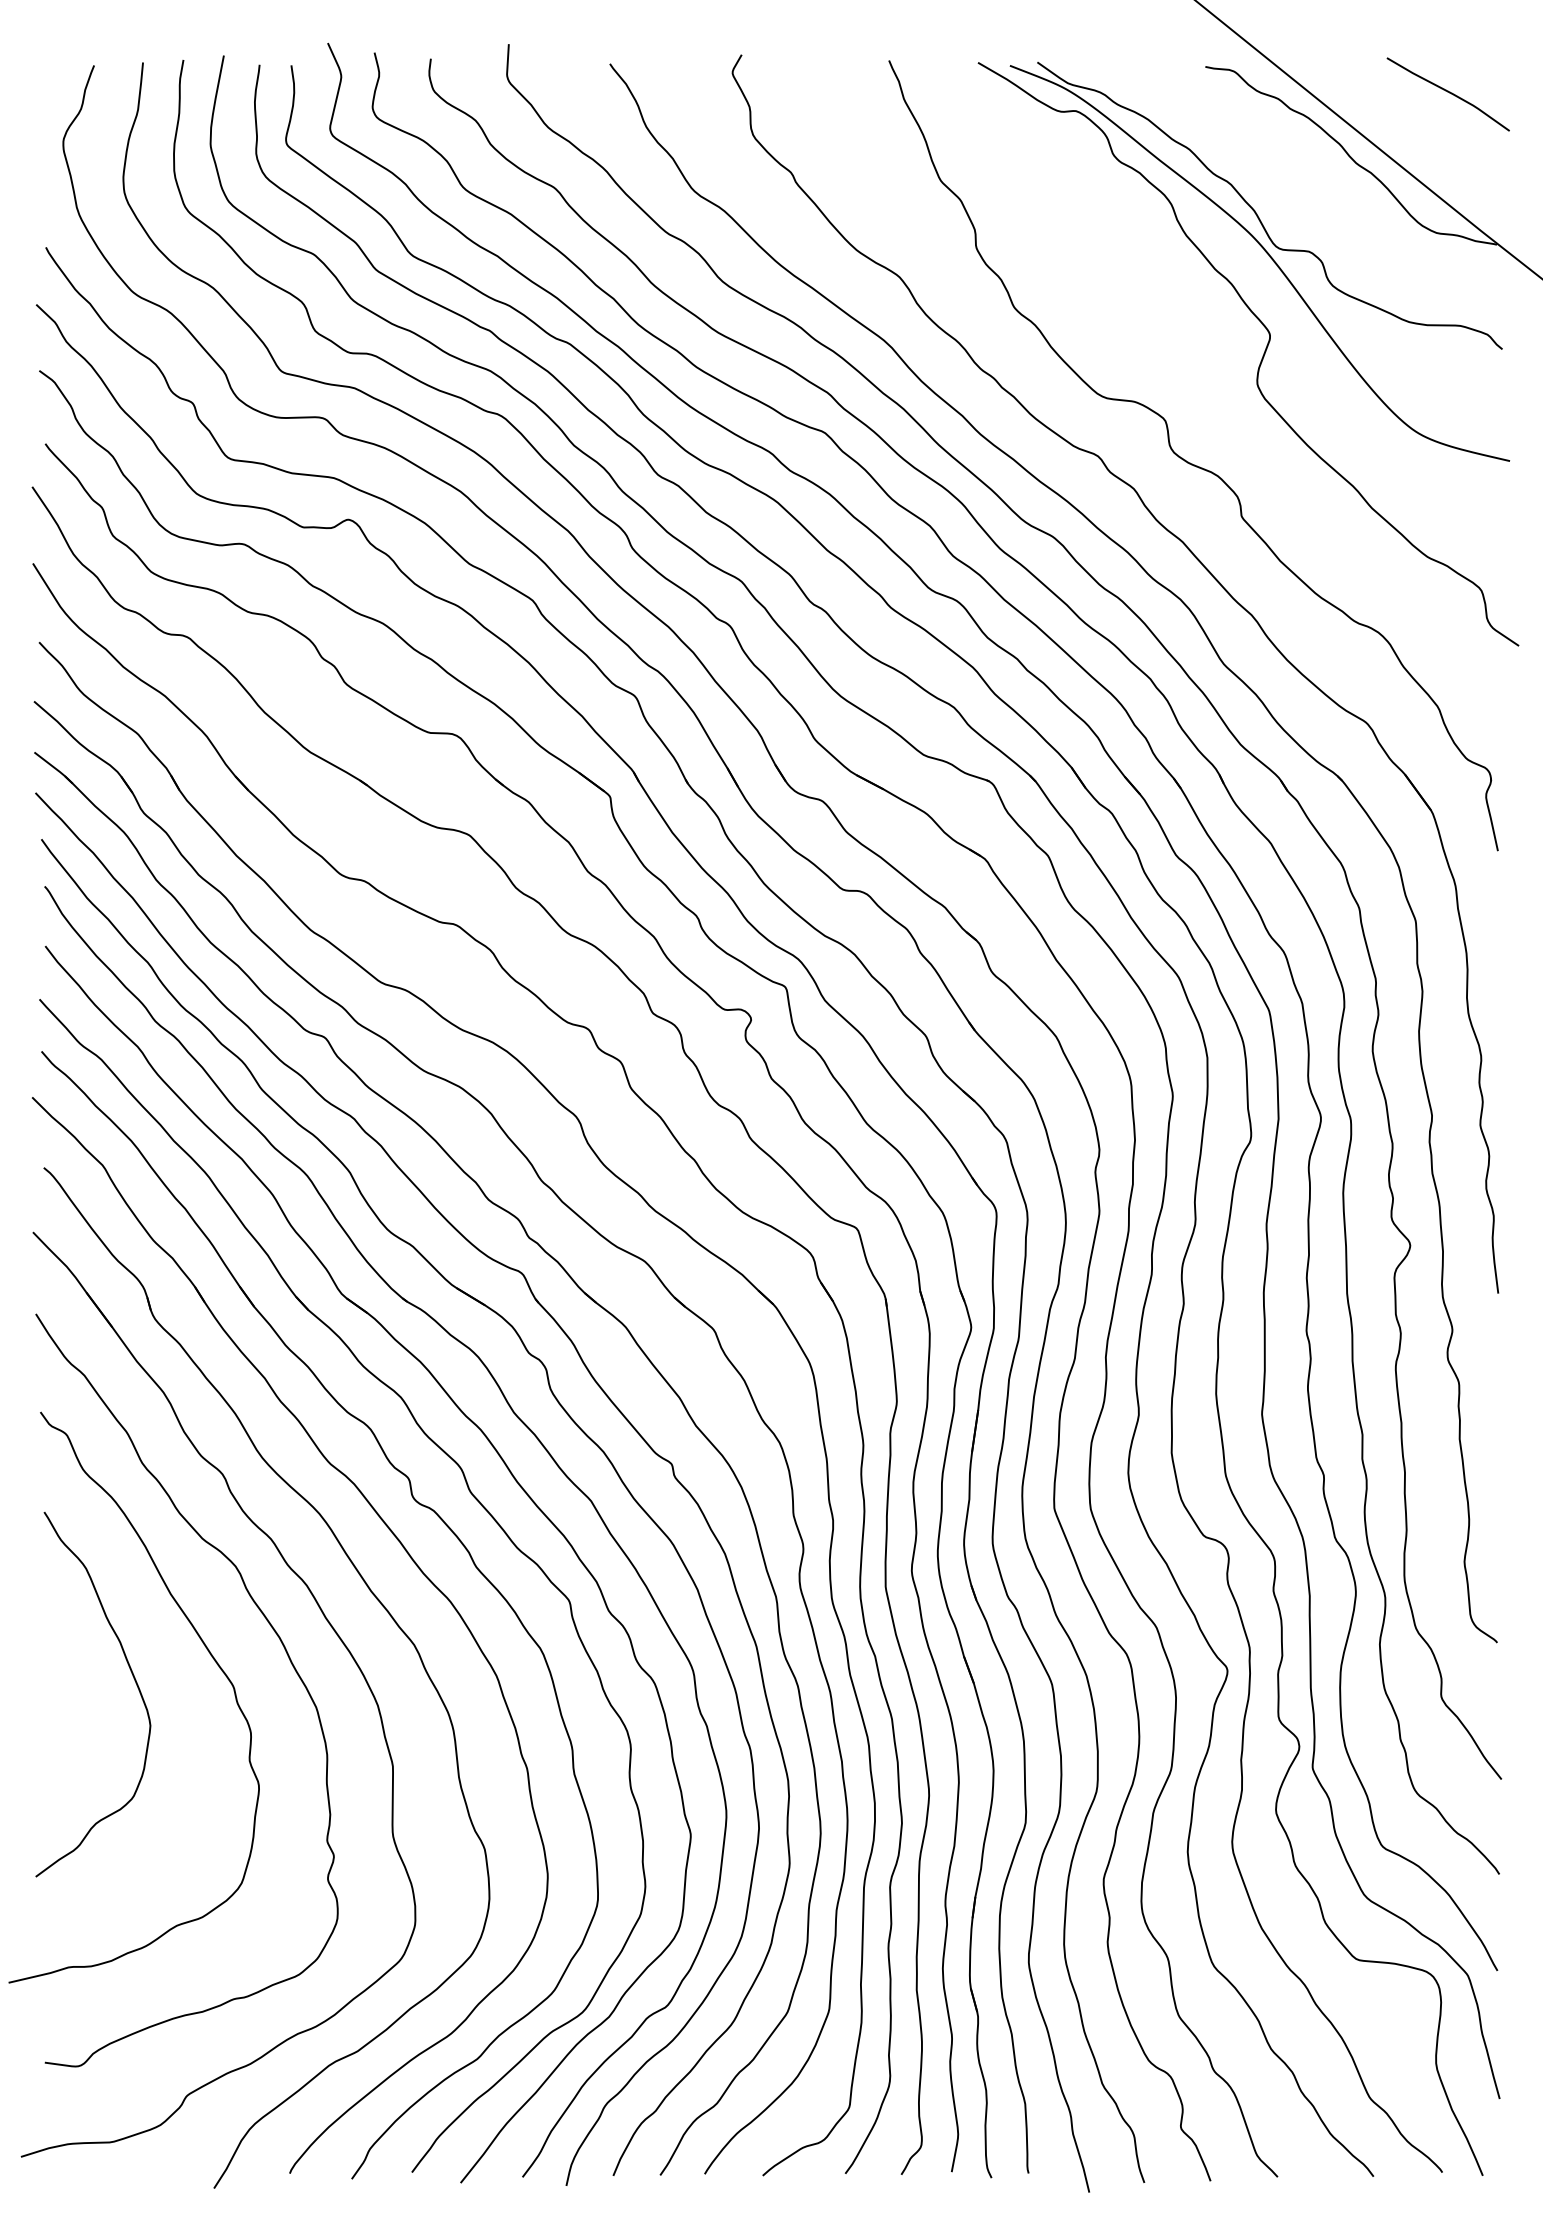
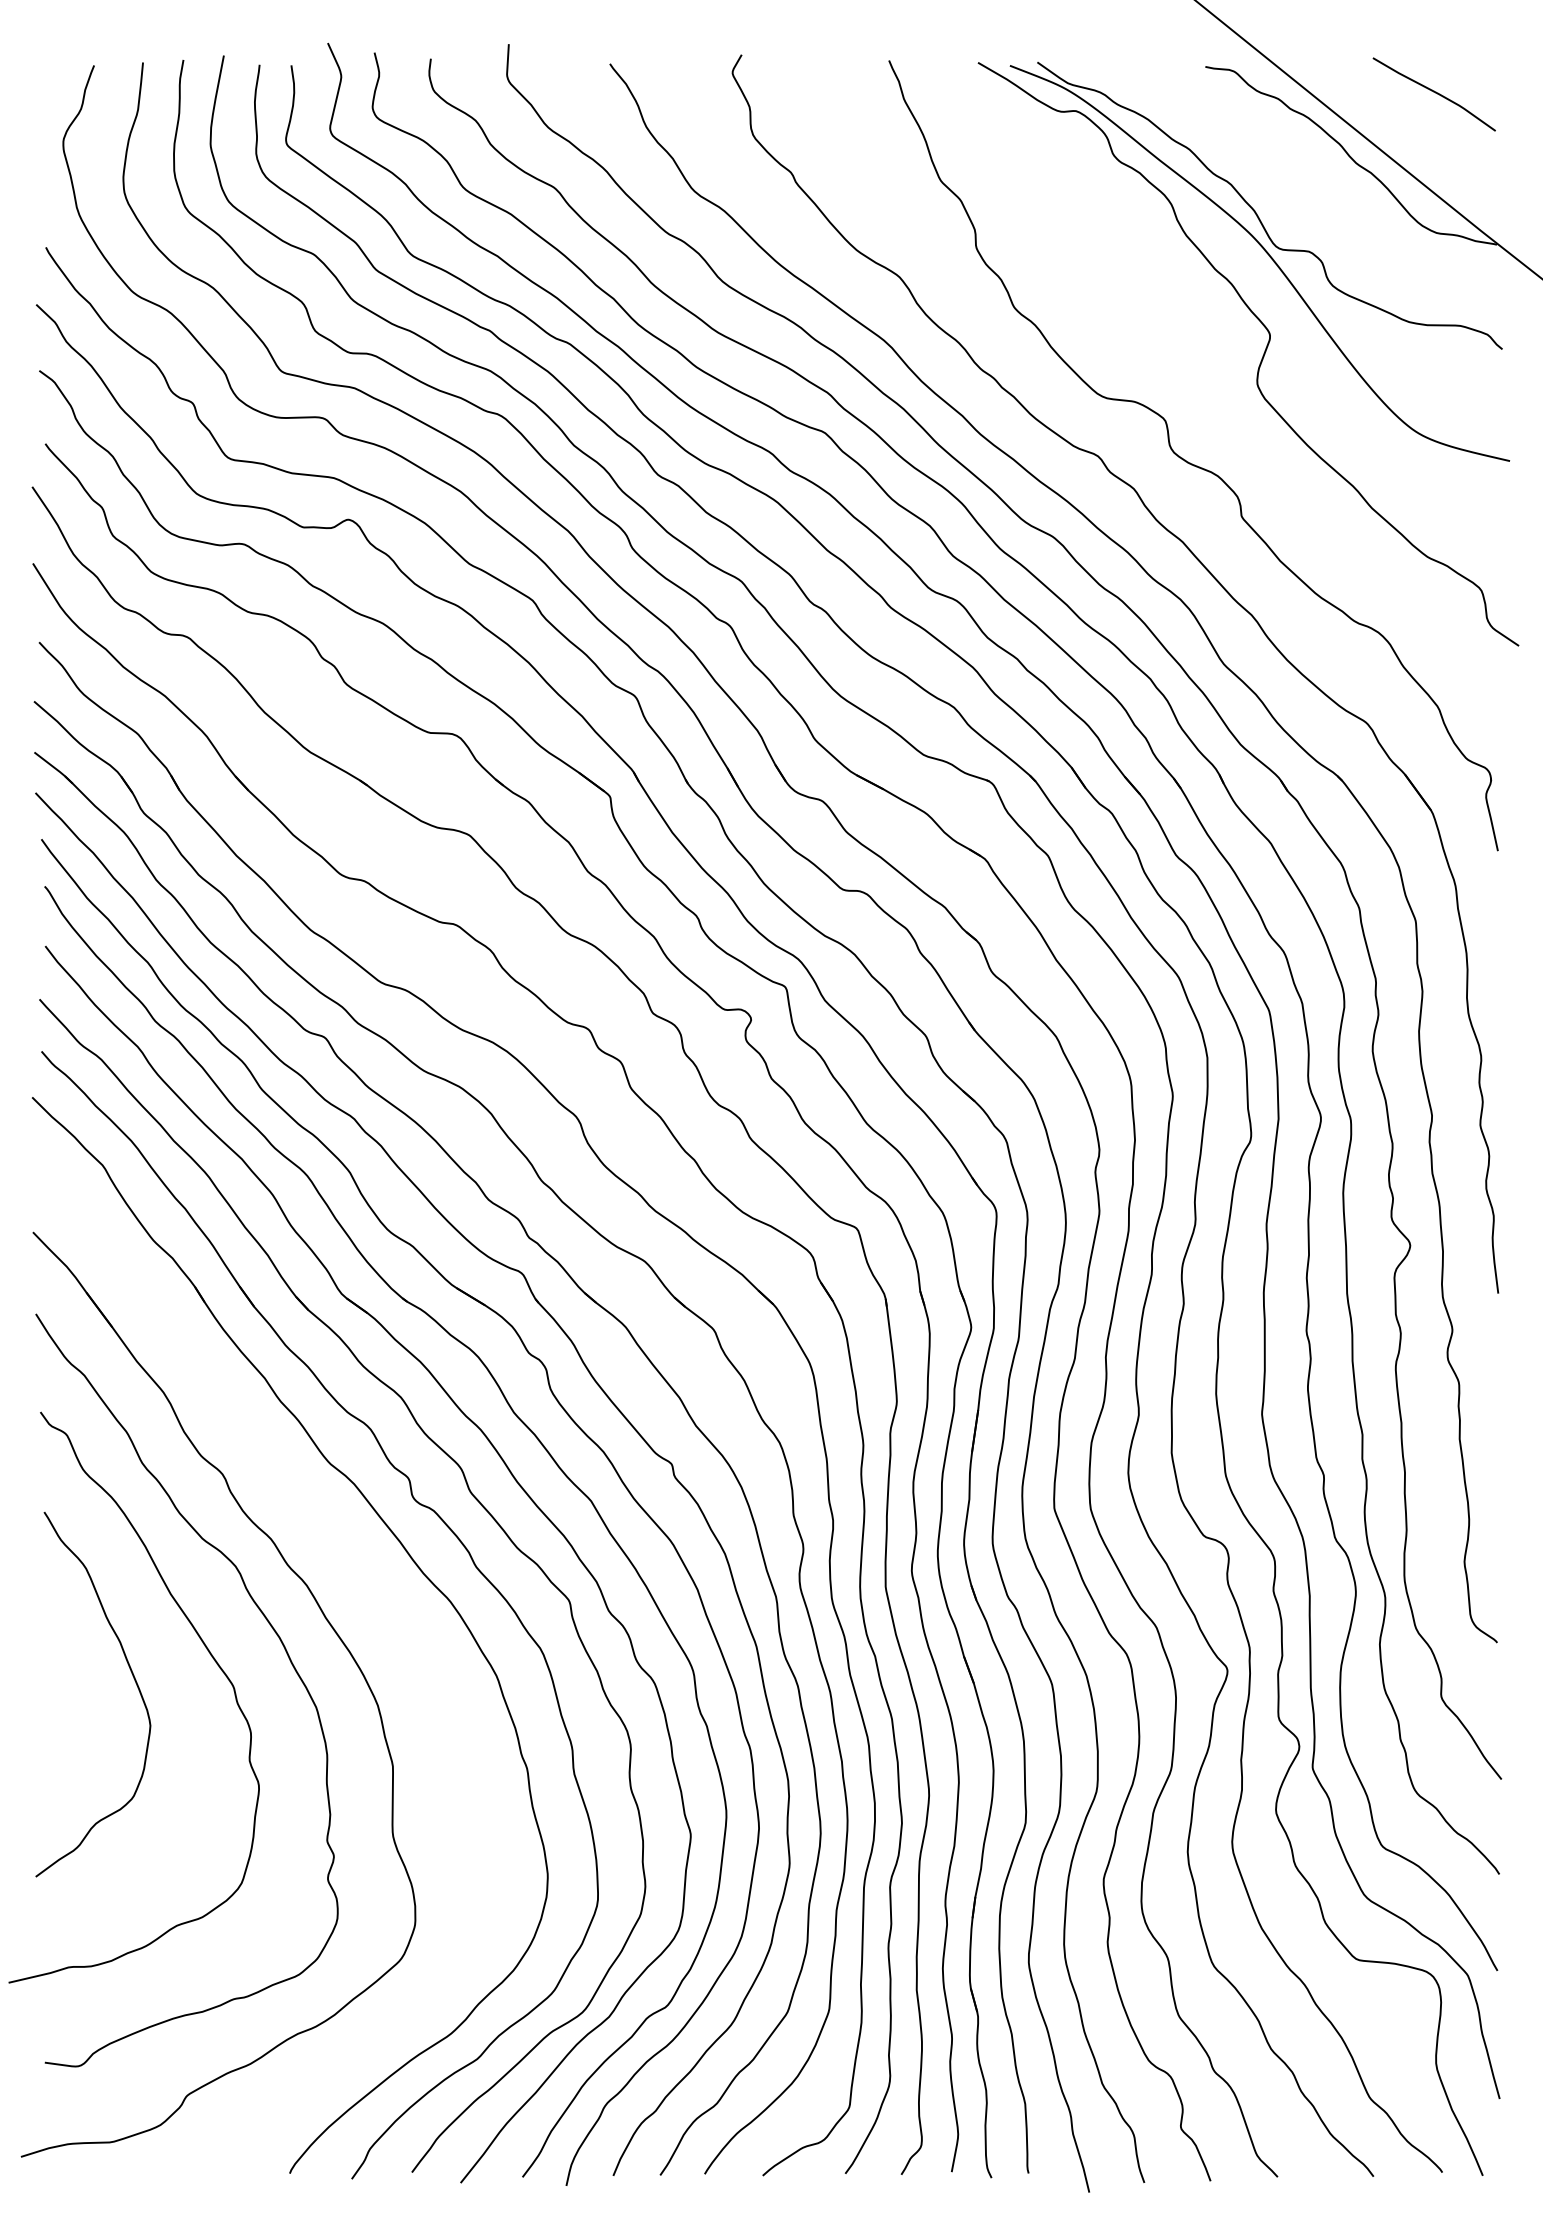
curve at (1447, 92) position: (1447, 92) -> (1433, 92)
part at (371, 1593): present -> none
